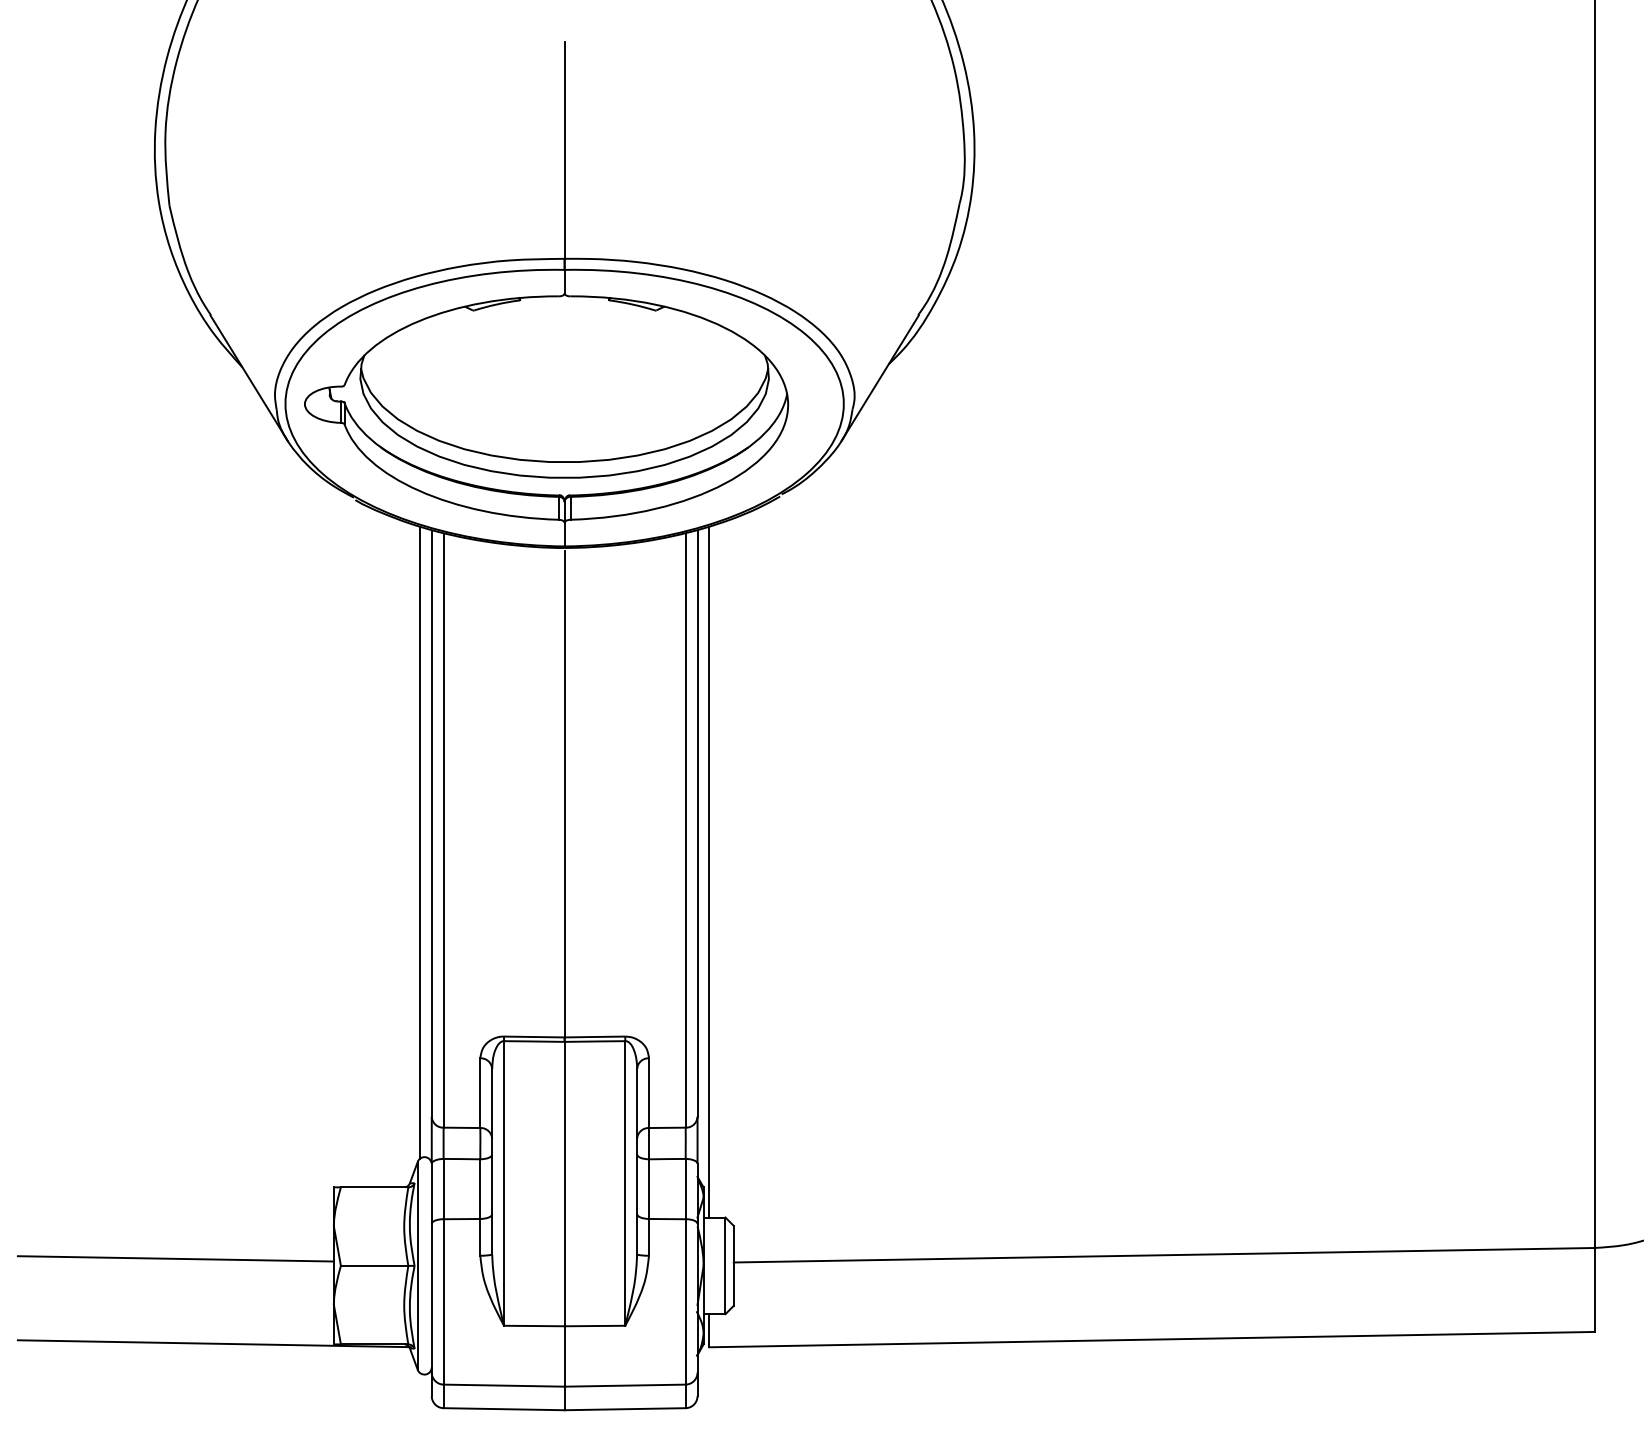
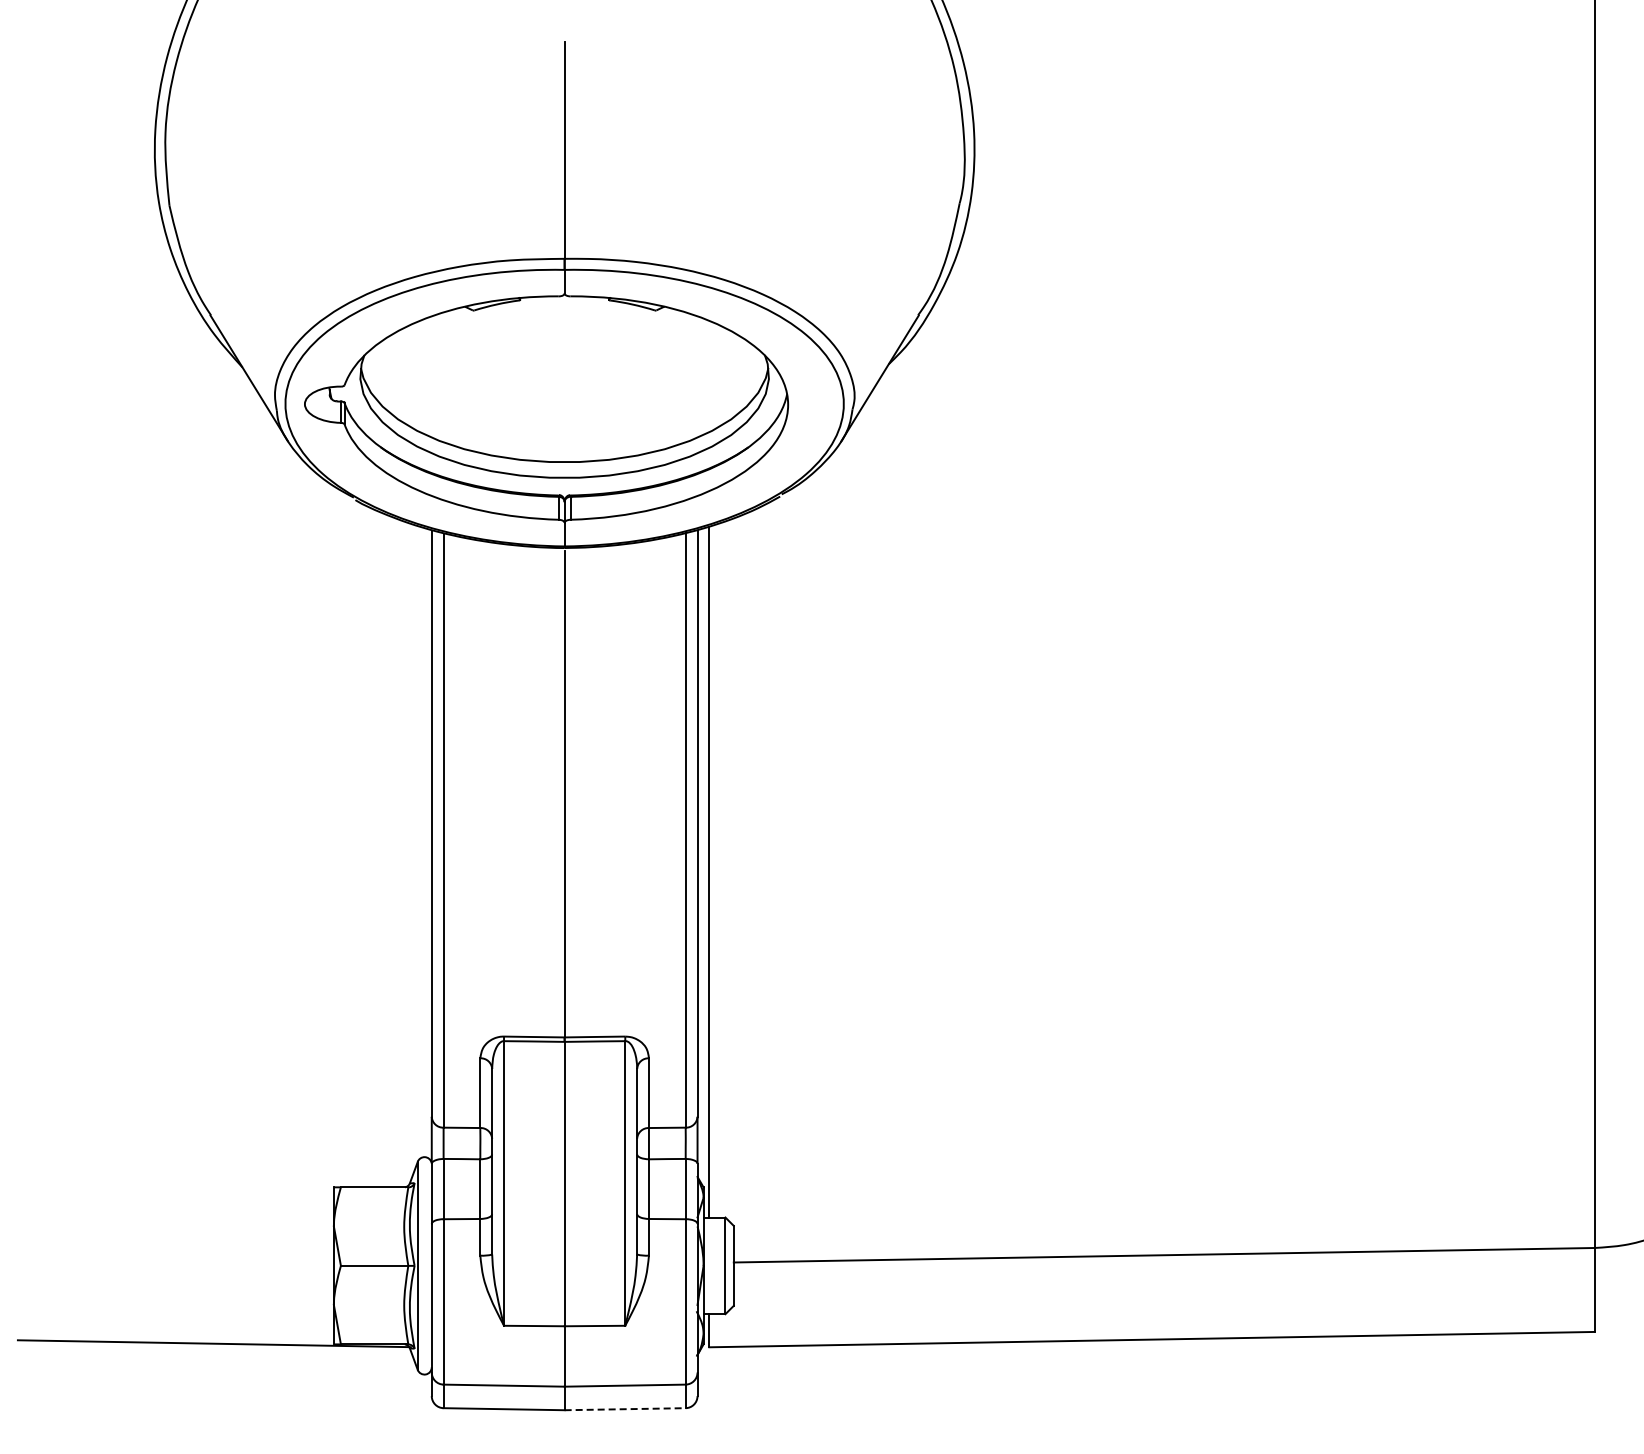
line at (419, 842): present -> none
line at (175, 1258): present -> none
line at (625, 1409): solid -> dashed
